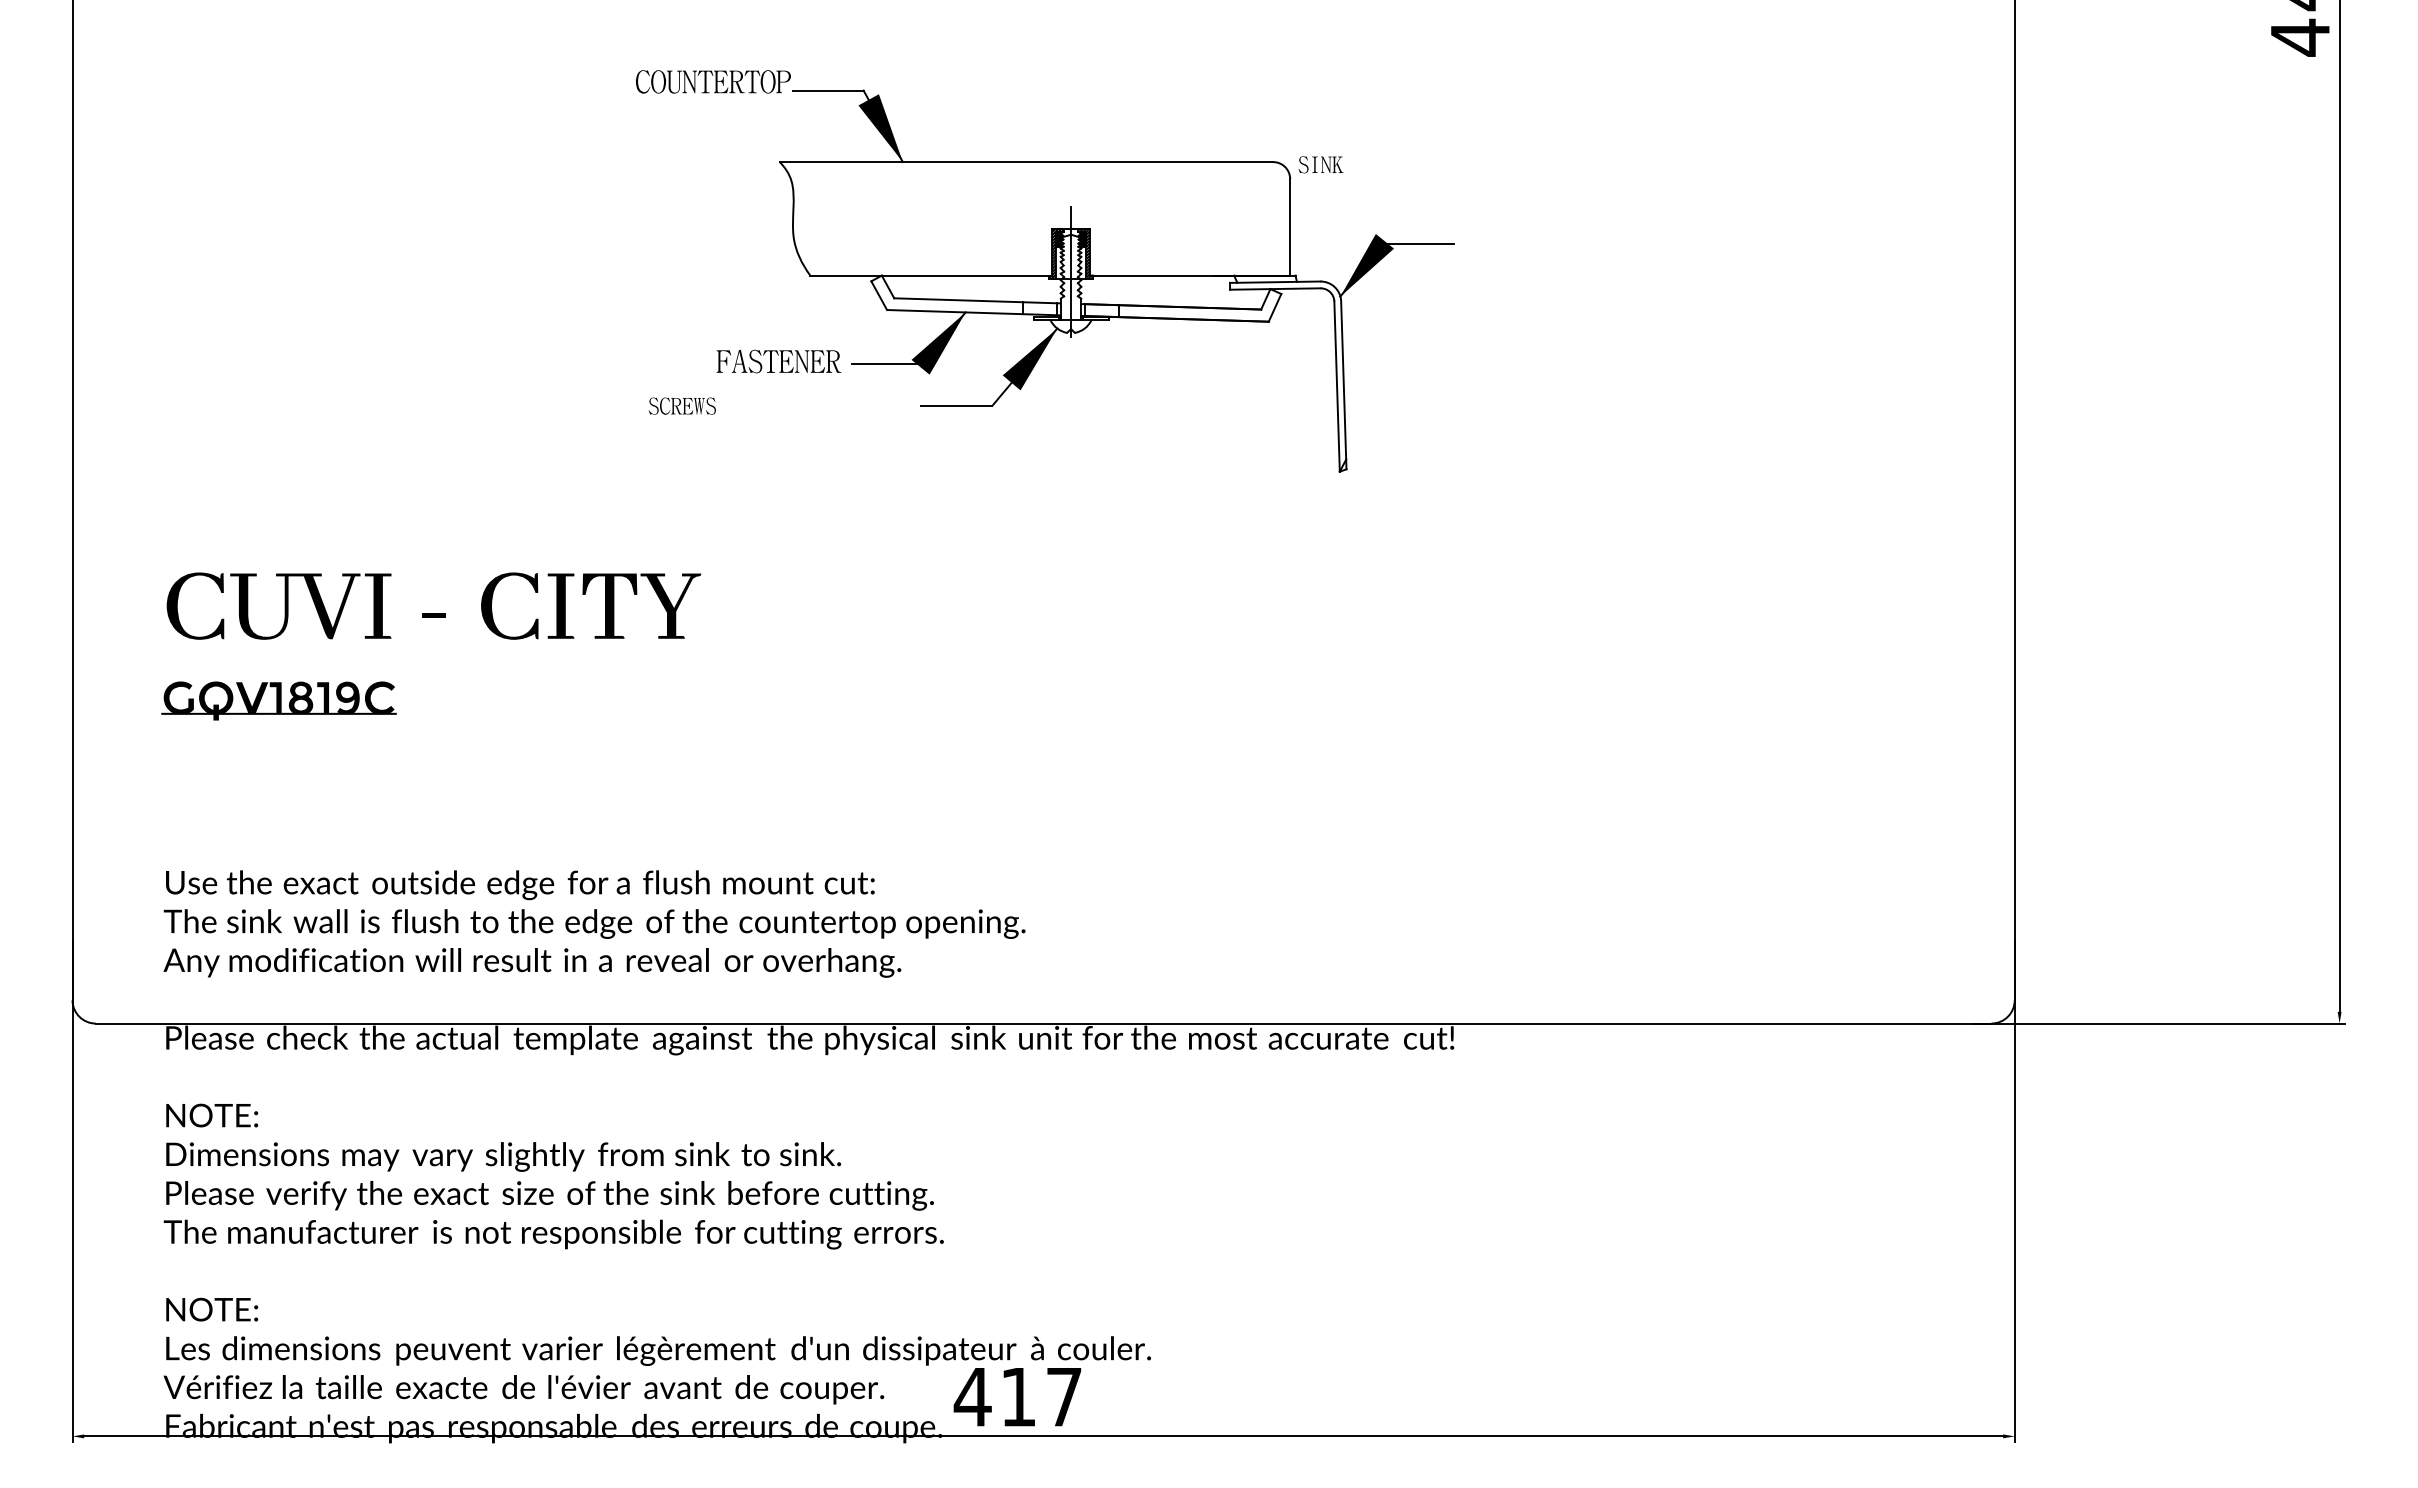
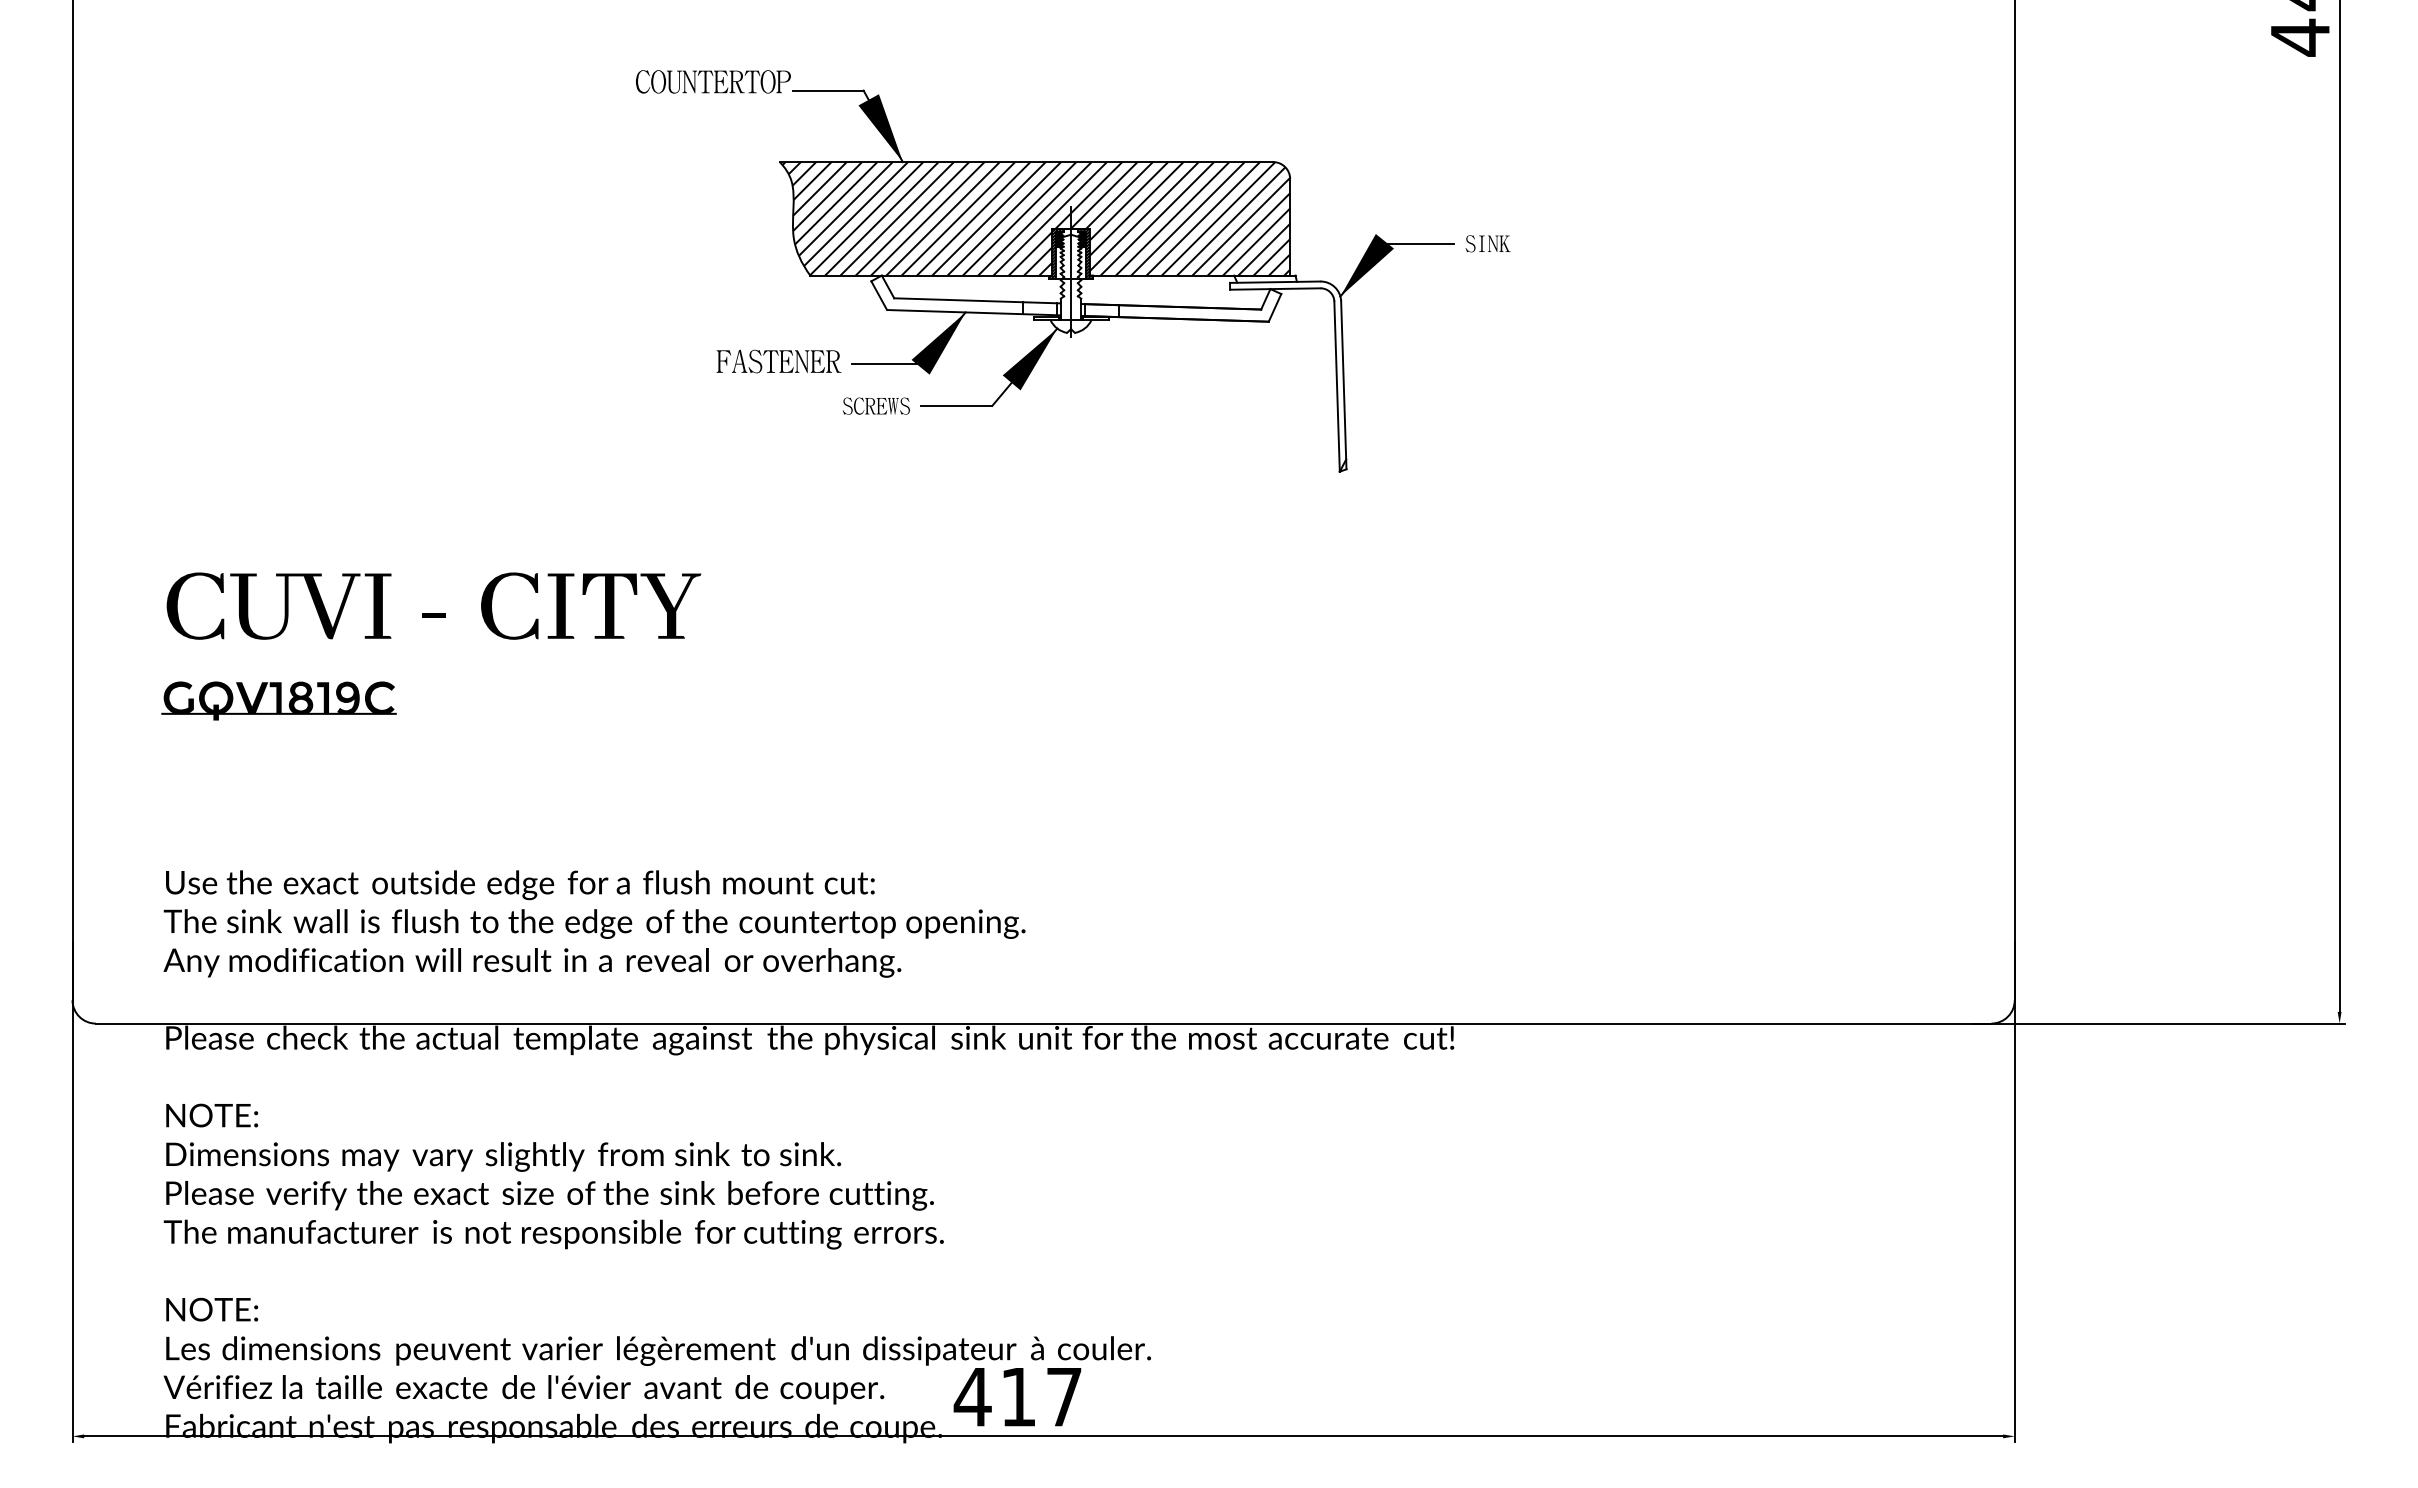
text at (1320, 164) position: (1320, 164) -> (1487, 243)
hatch at (1036, 218): none -> present
text at (682, 405) position: (682, 405) -> (876, 405)
